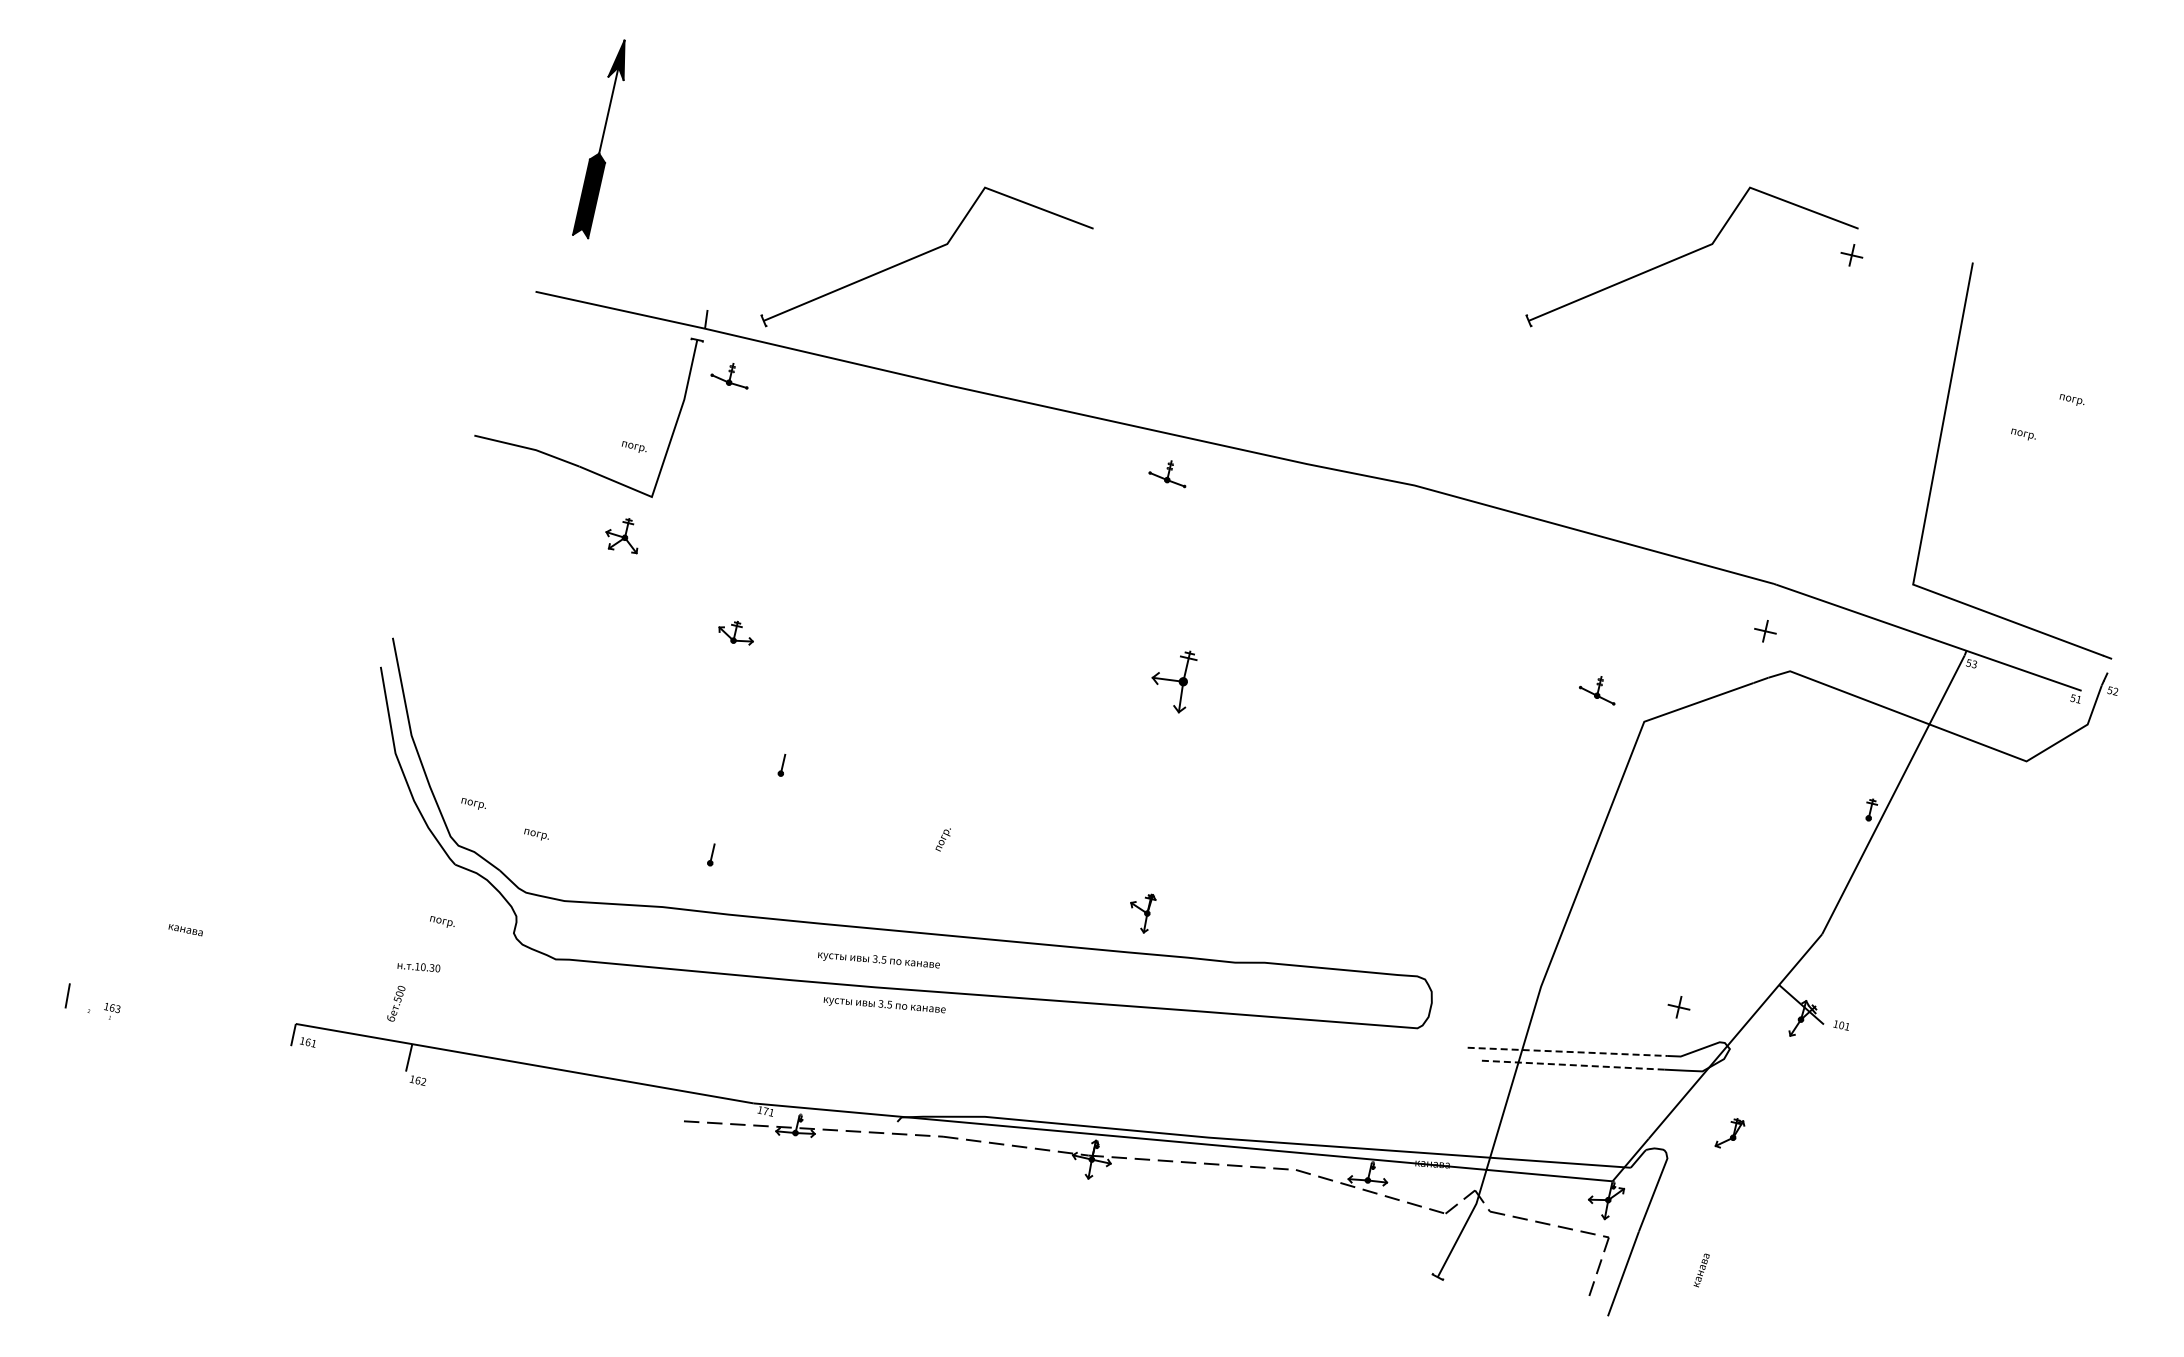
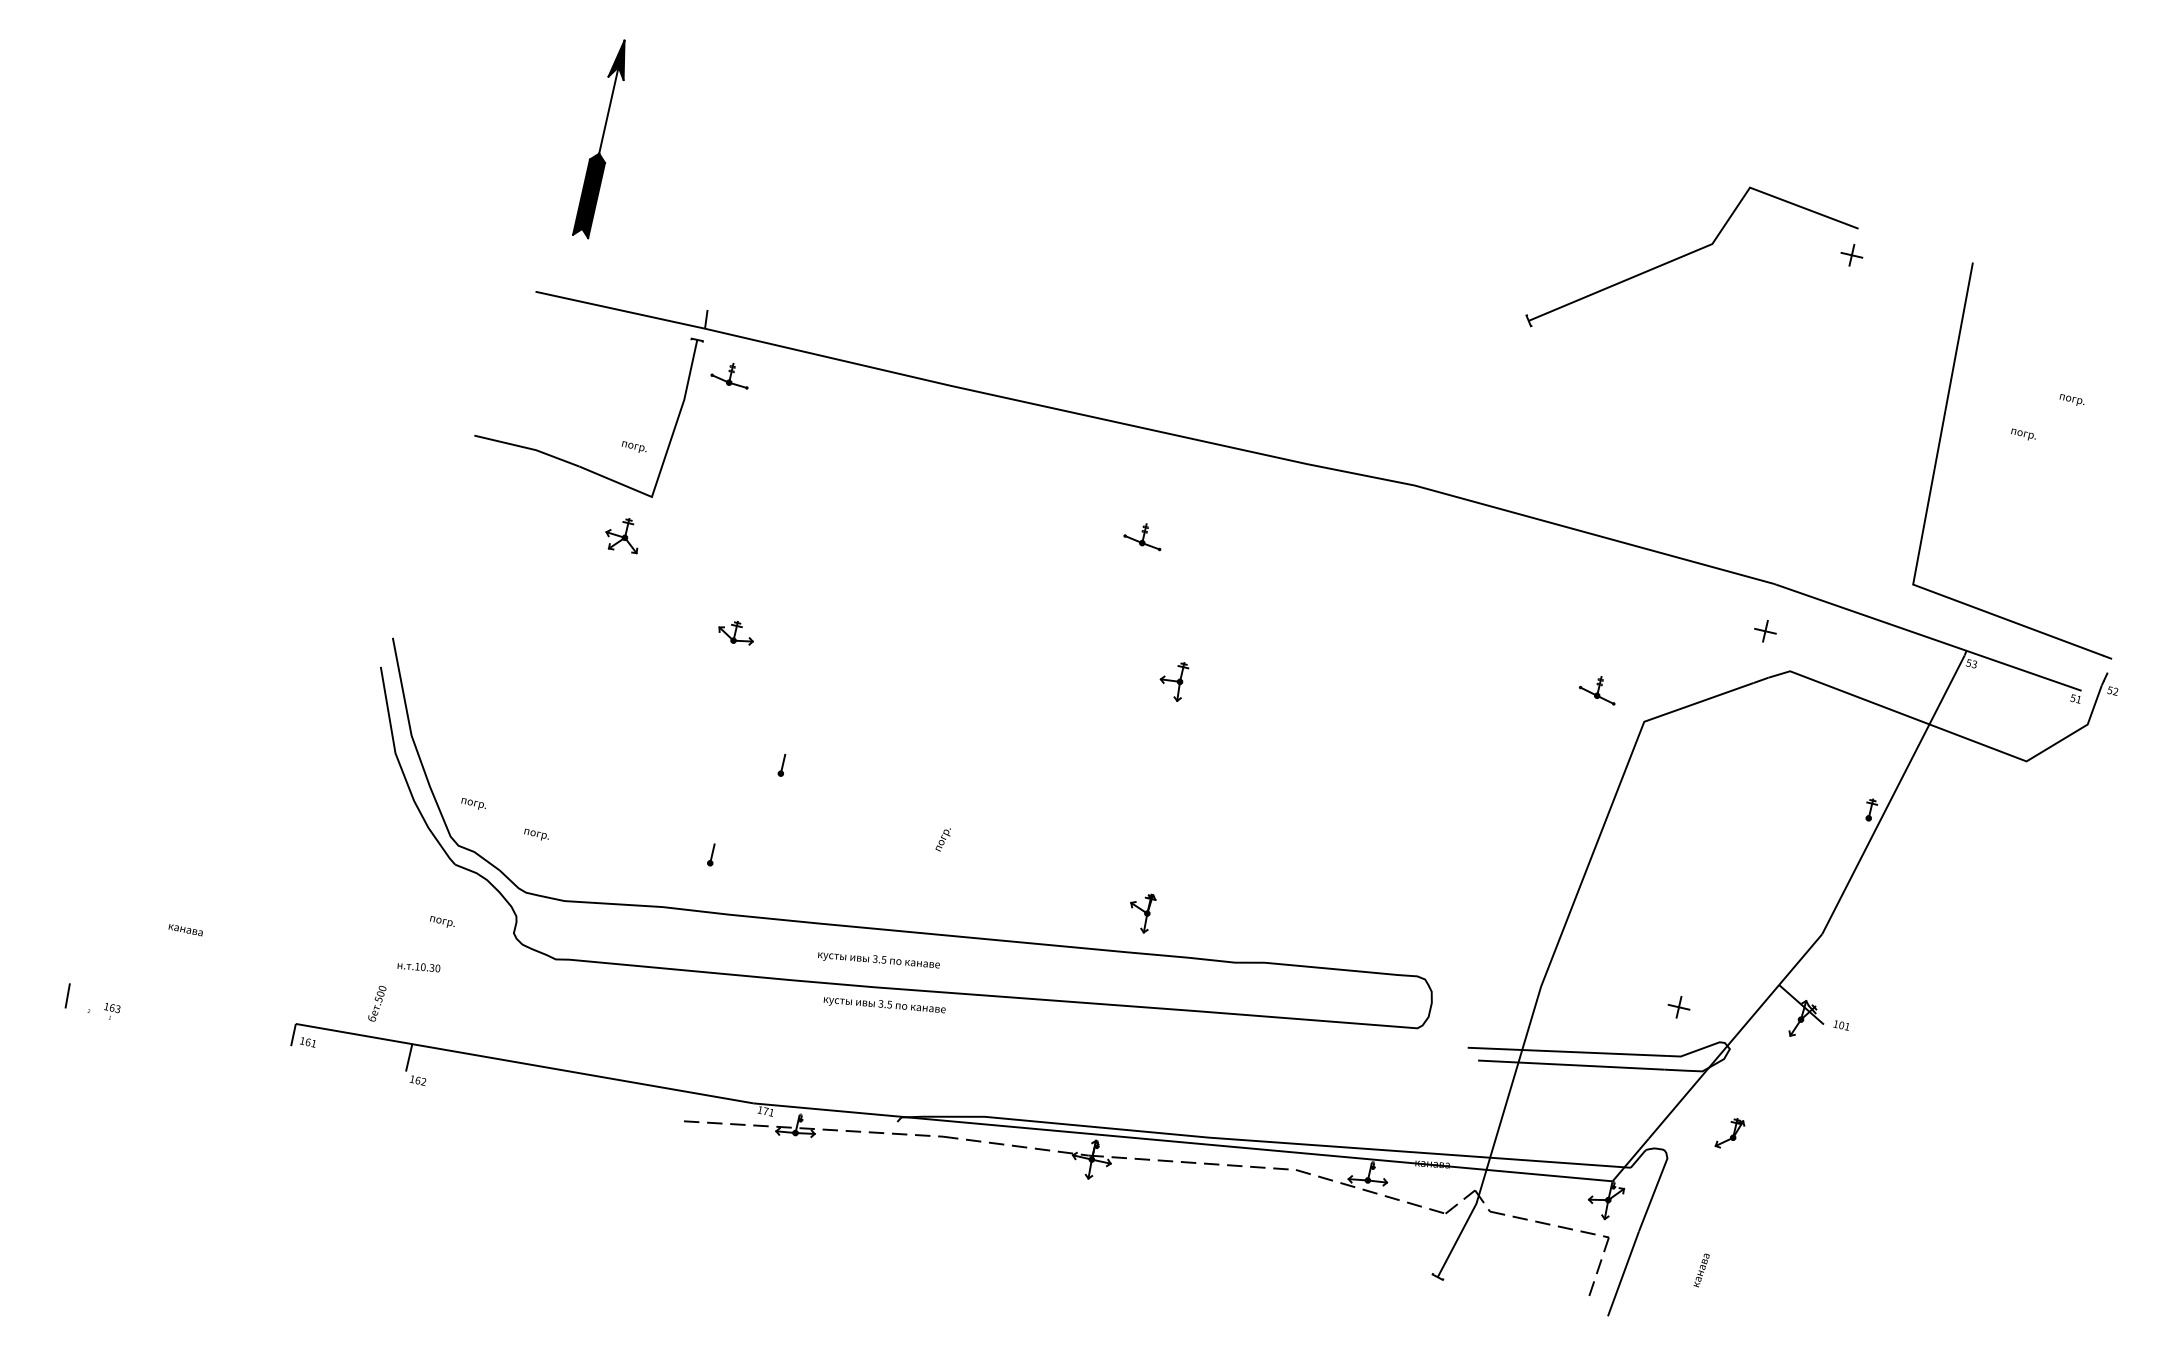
part at (926, 256): present -> none
part at (1167, 474) position: (1167, 474) -> (1142, 537)
part at (1174, 681) size: 47x64 px -> 31x40 px
text at (396, 1003) position: (396, 1003) -> (377, 1003)
line at (1568, 1051): dashed -> solid
line at (1570, 1065): dashed -> solid
